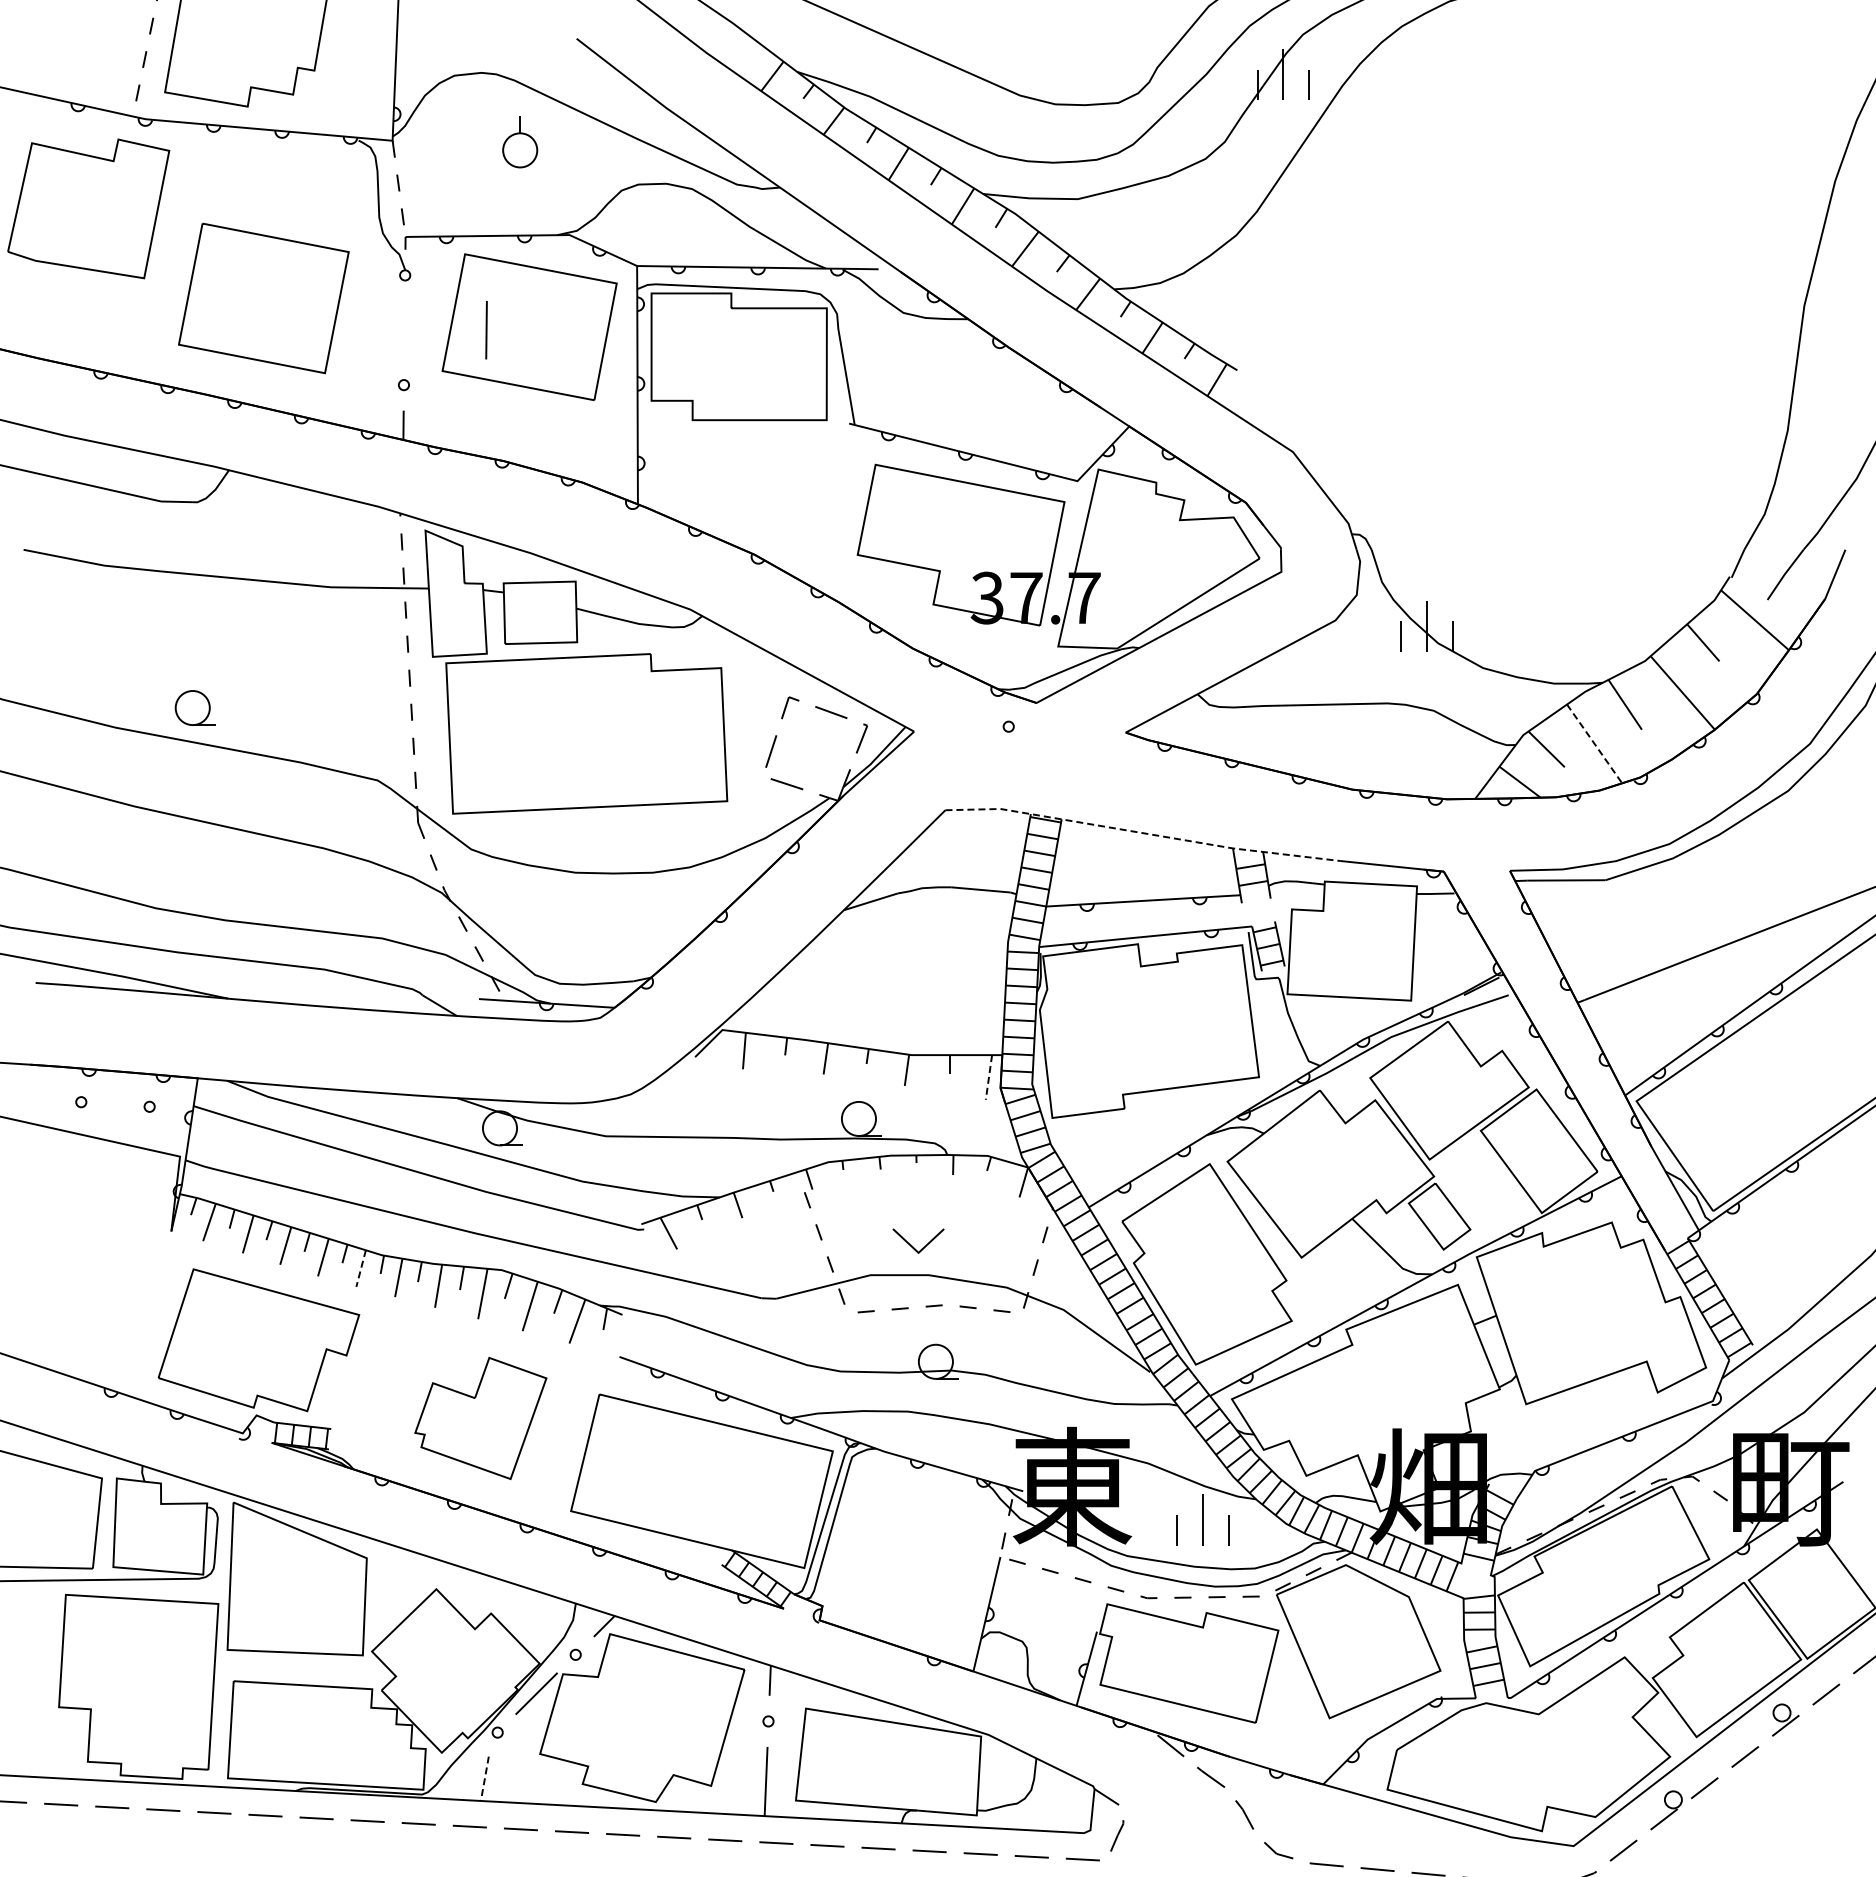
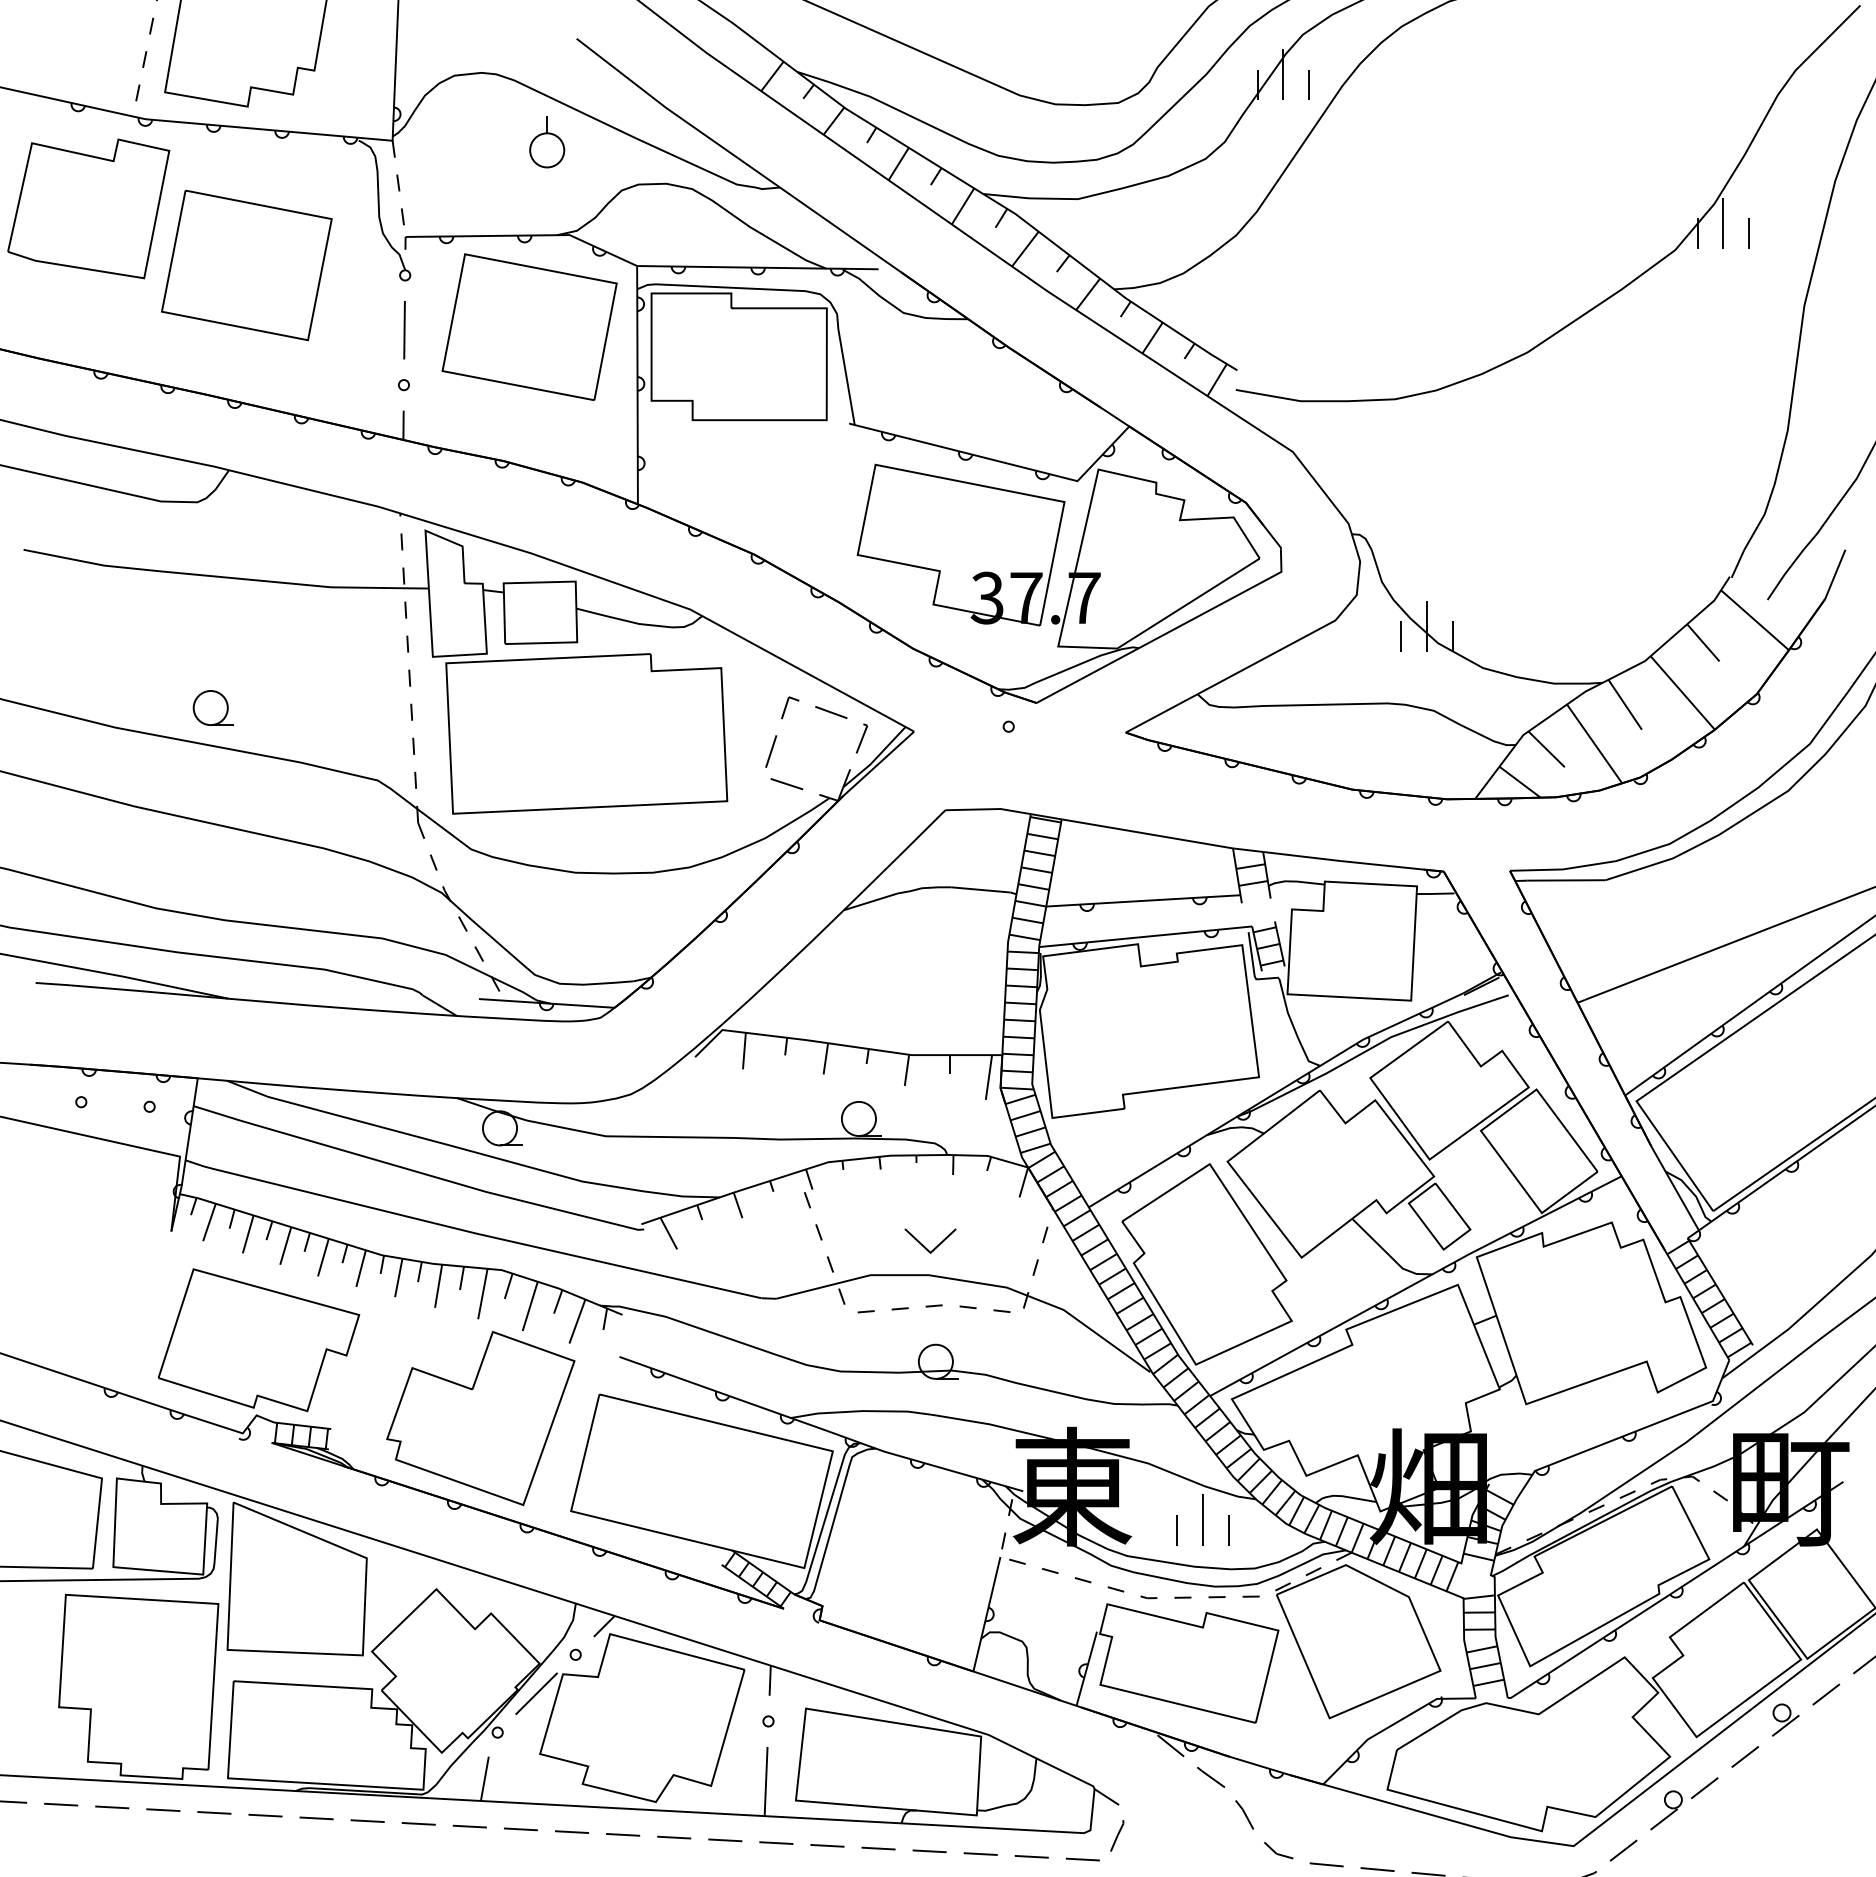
part at (520, 142) position: (520, 142) -> (547, 142)
part at (1610, 295): none -> present
part at (263, 298) position: (263, 298) -> (246, 265)
line at (486, 330) position: (486, 330) -> (404, 330)
part at (194, 707) position: (194, 707) -> (212, 707)
line at (1594, 744): dashed -> solid
line at (1142, 833): dashed -> solid
line at (988, 1077): dashed -> solid
part at (912, 1245) position: (912, 1245) -> (924, 1245)
line at (361, 1268): dashed -> solid
part at (480, 1418) size: 134x123 px -> 190x177 px
line at (484, 1778): dashed -> solid
